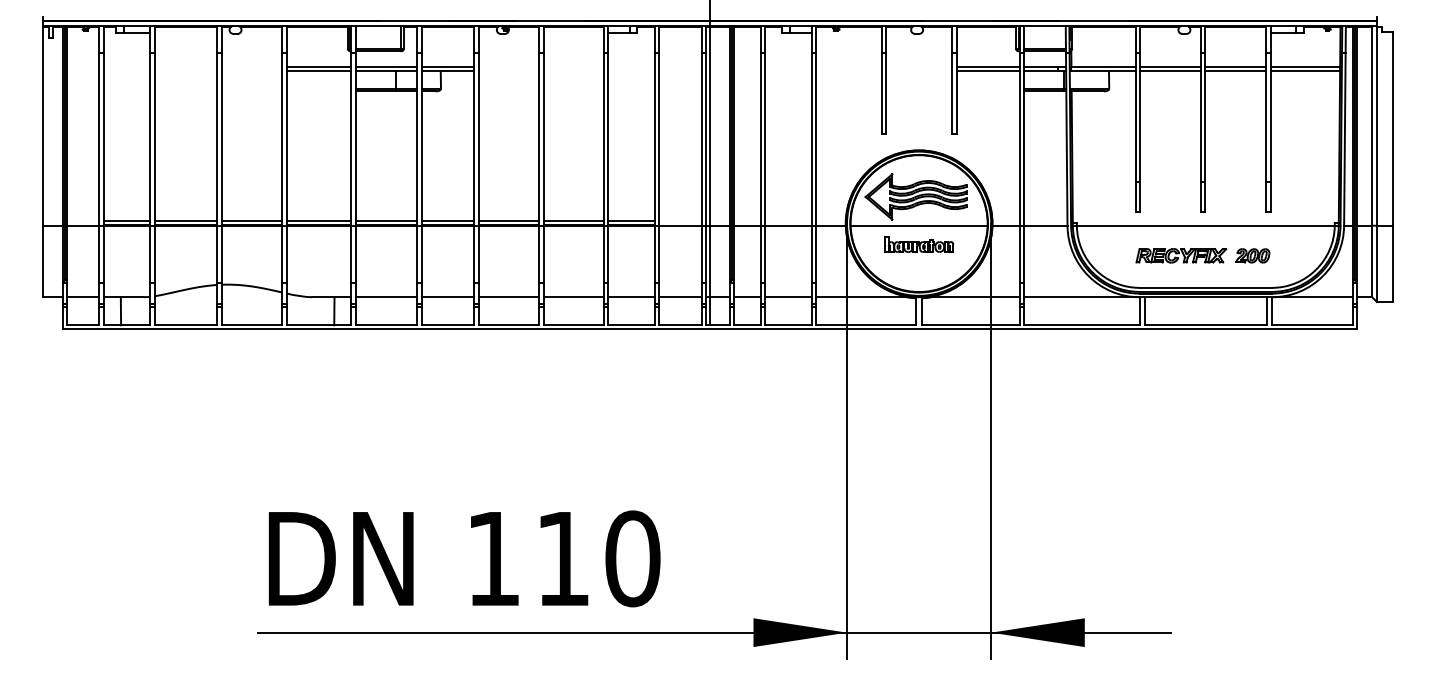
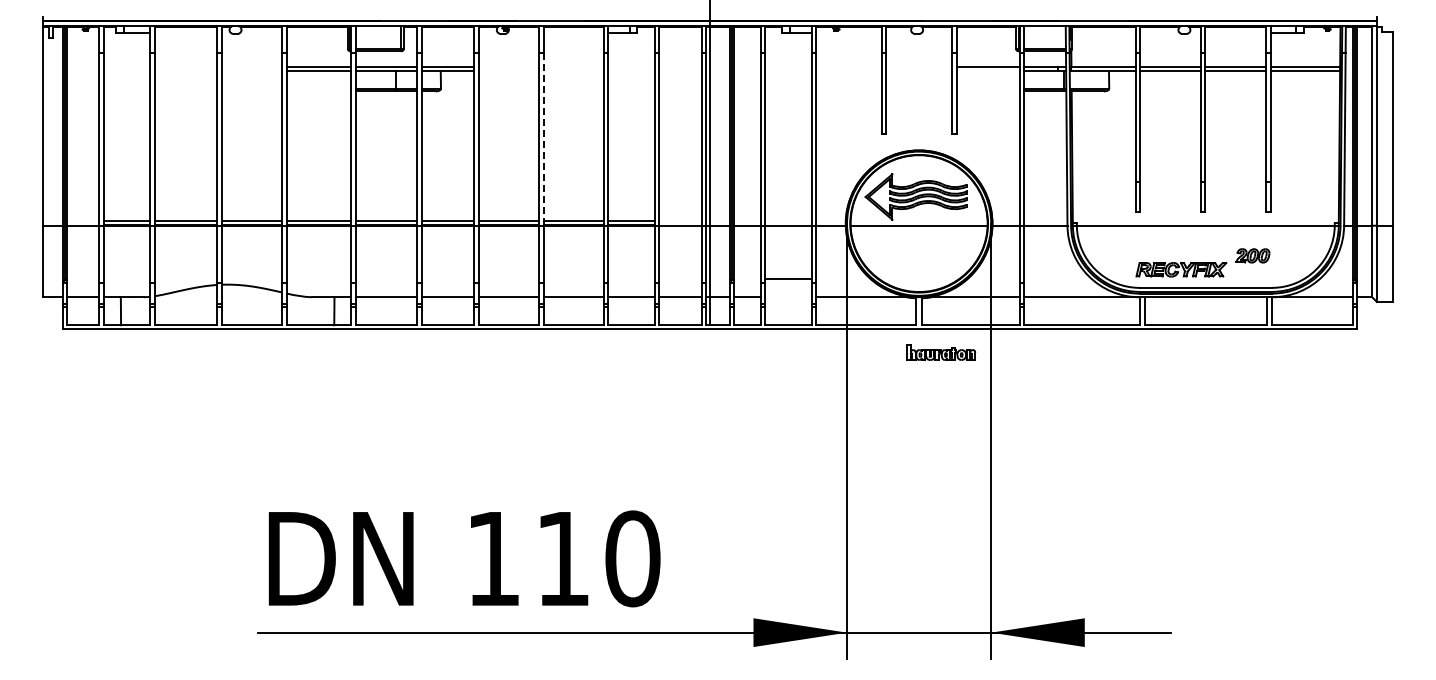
line at (987, 71): present -> none
line at (543, 139): solid -> dashed
part at (919, 244) position: (919, 244) -> (941, 352)
part at (1181, 255) position: (1181, 255) -> (1181, 269)
line at (788, 297) position: (788, 297) -> (788, 279)
